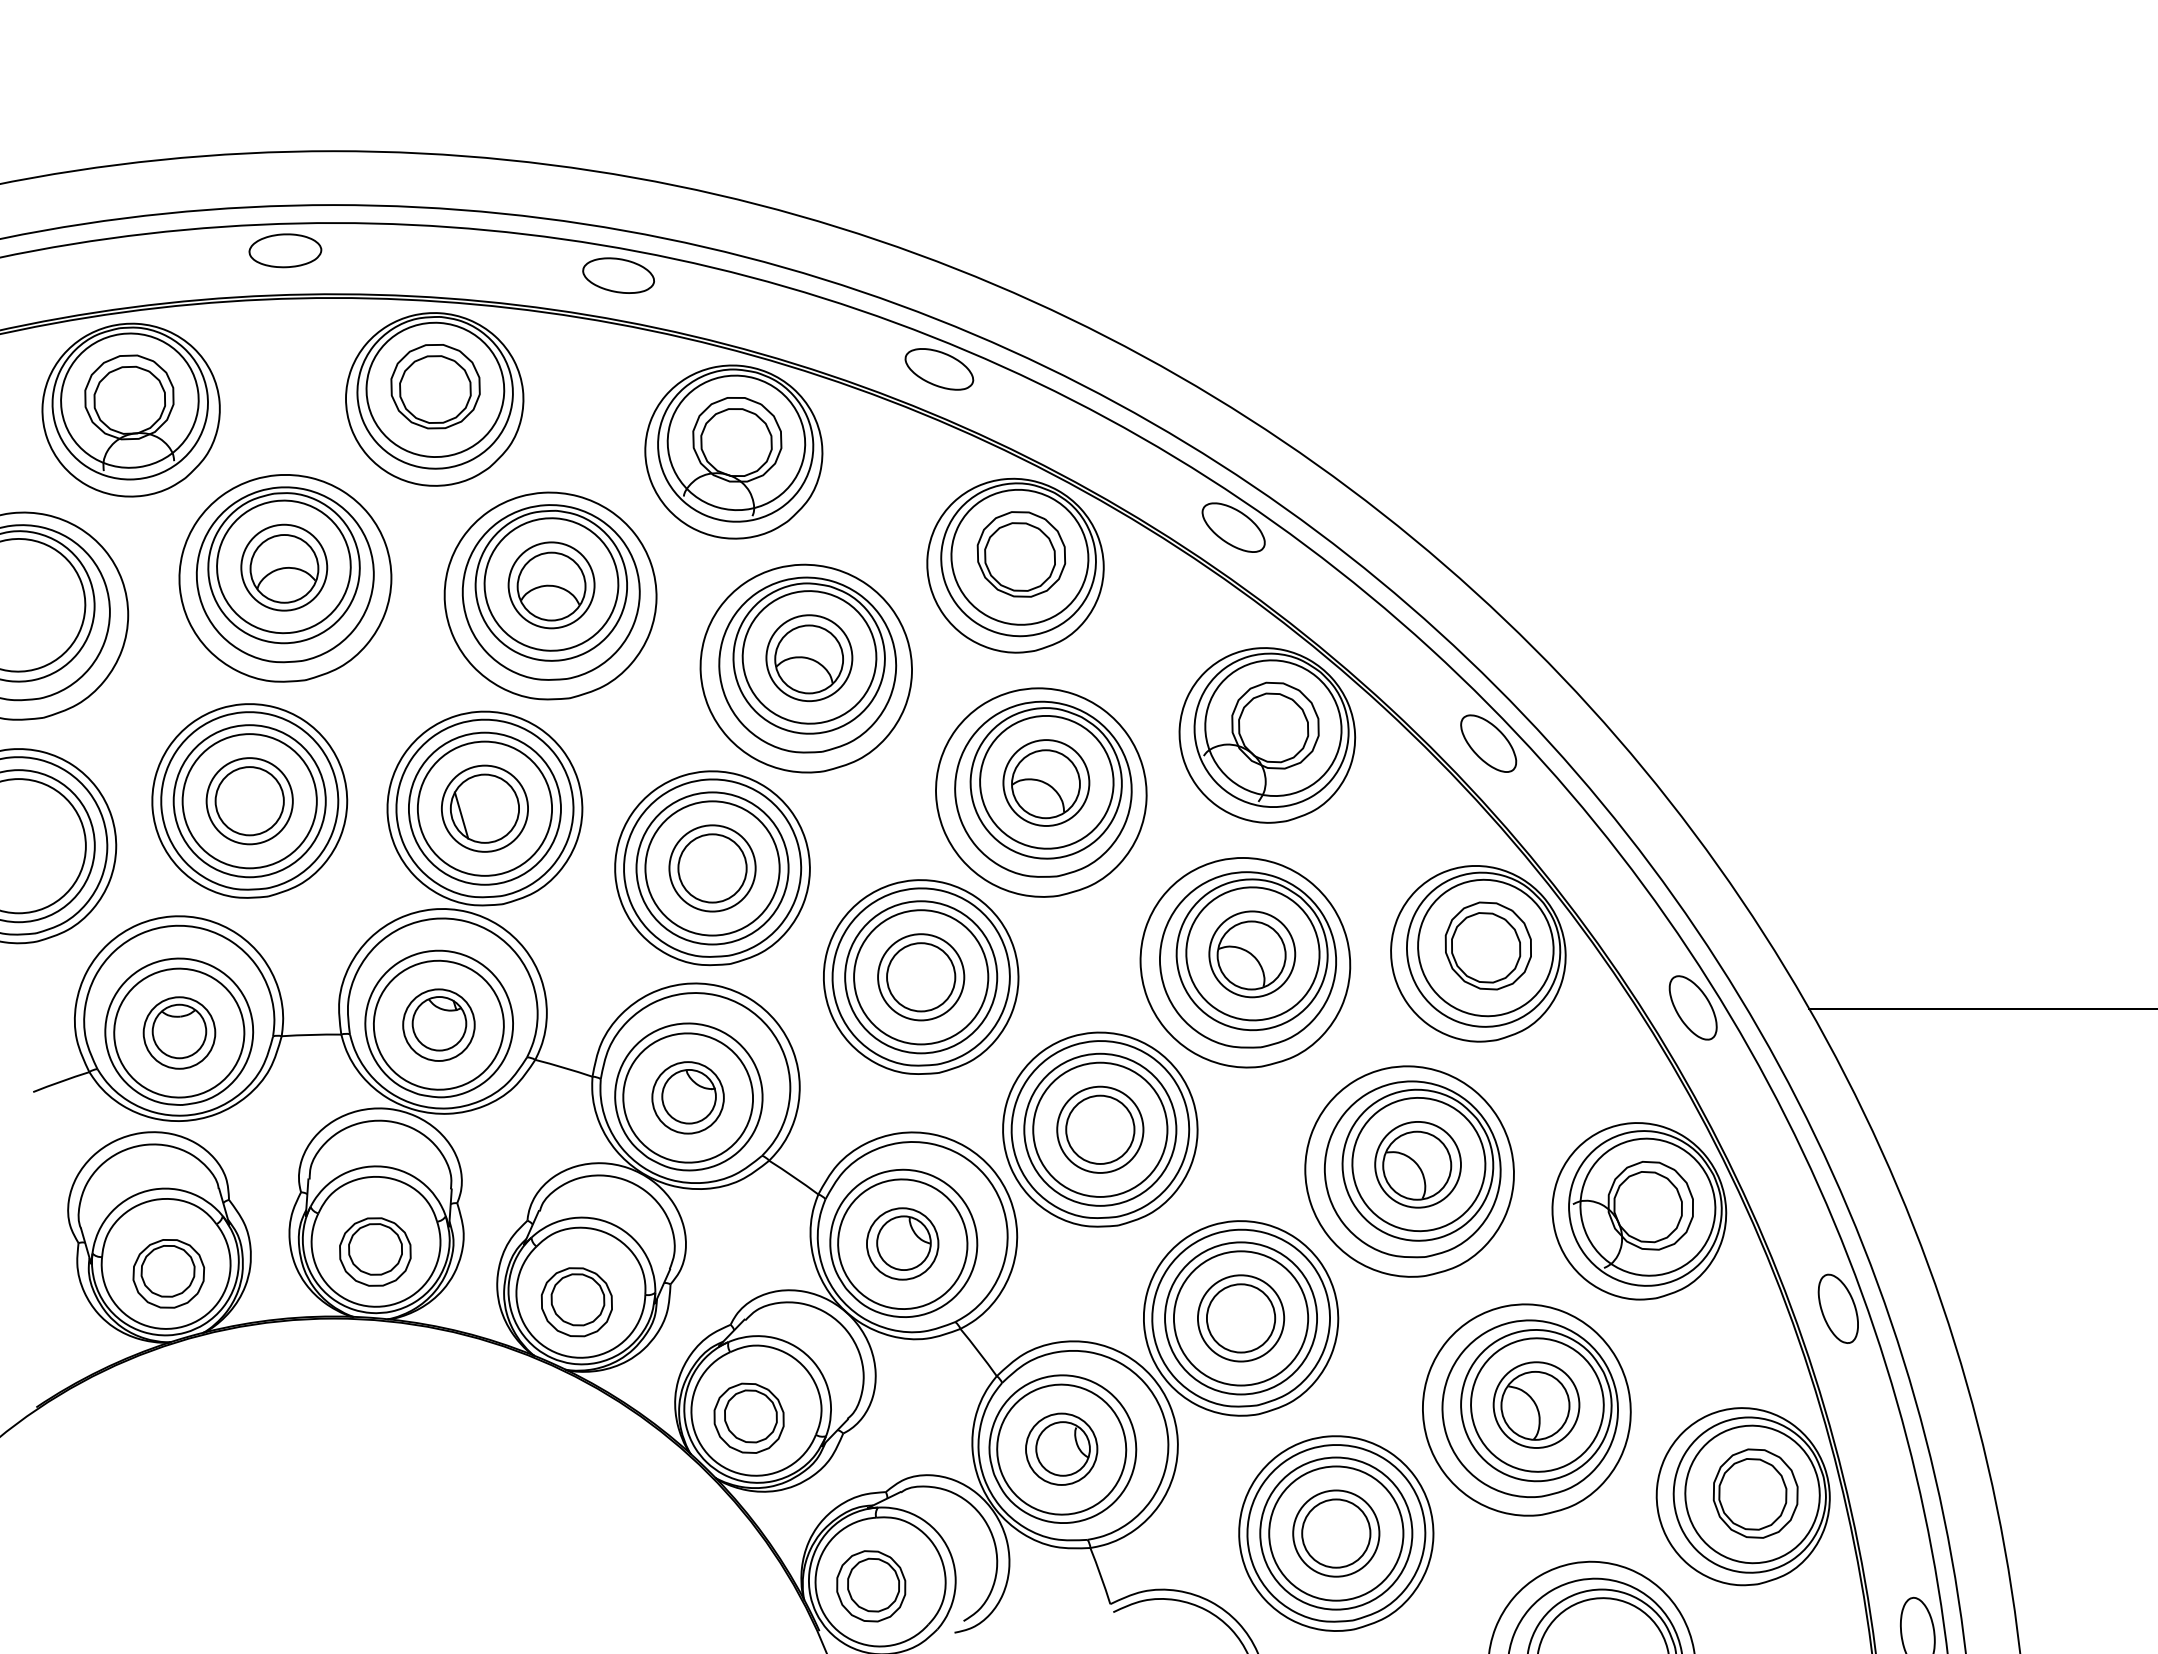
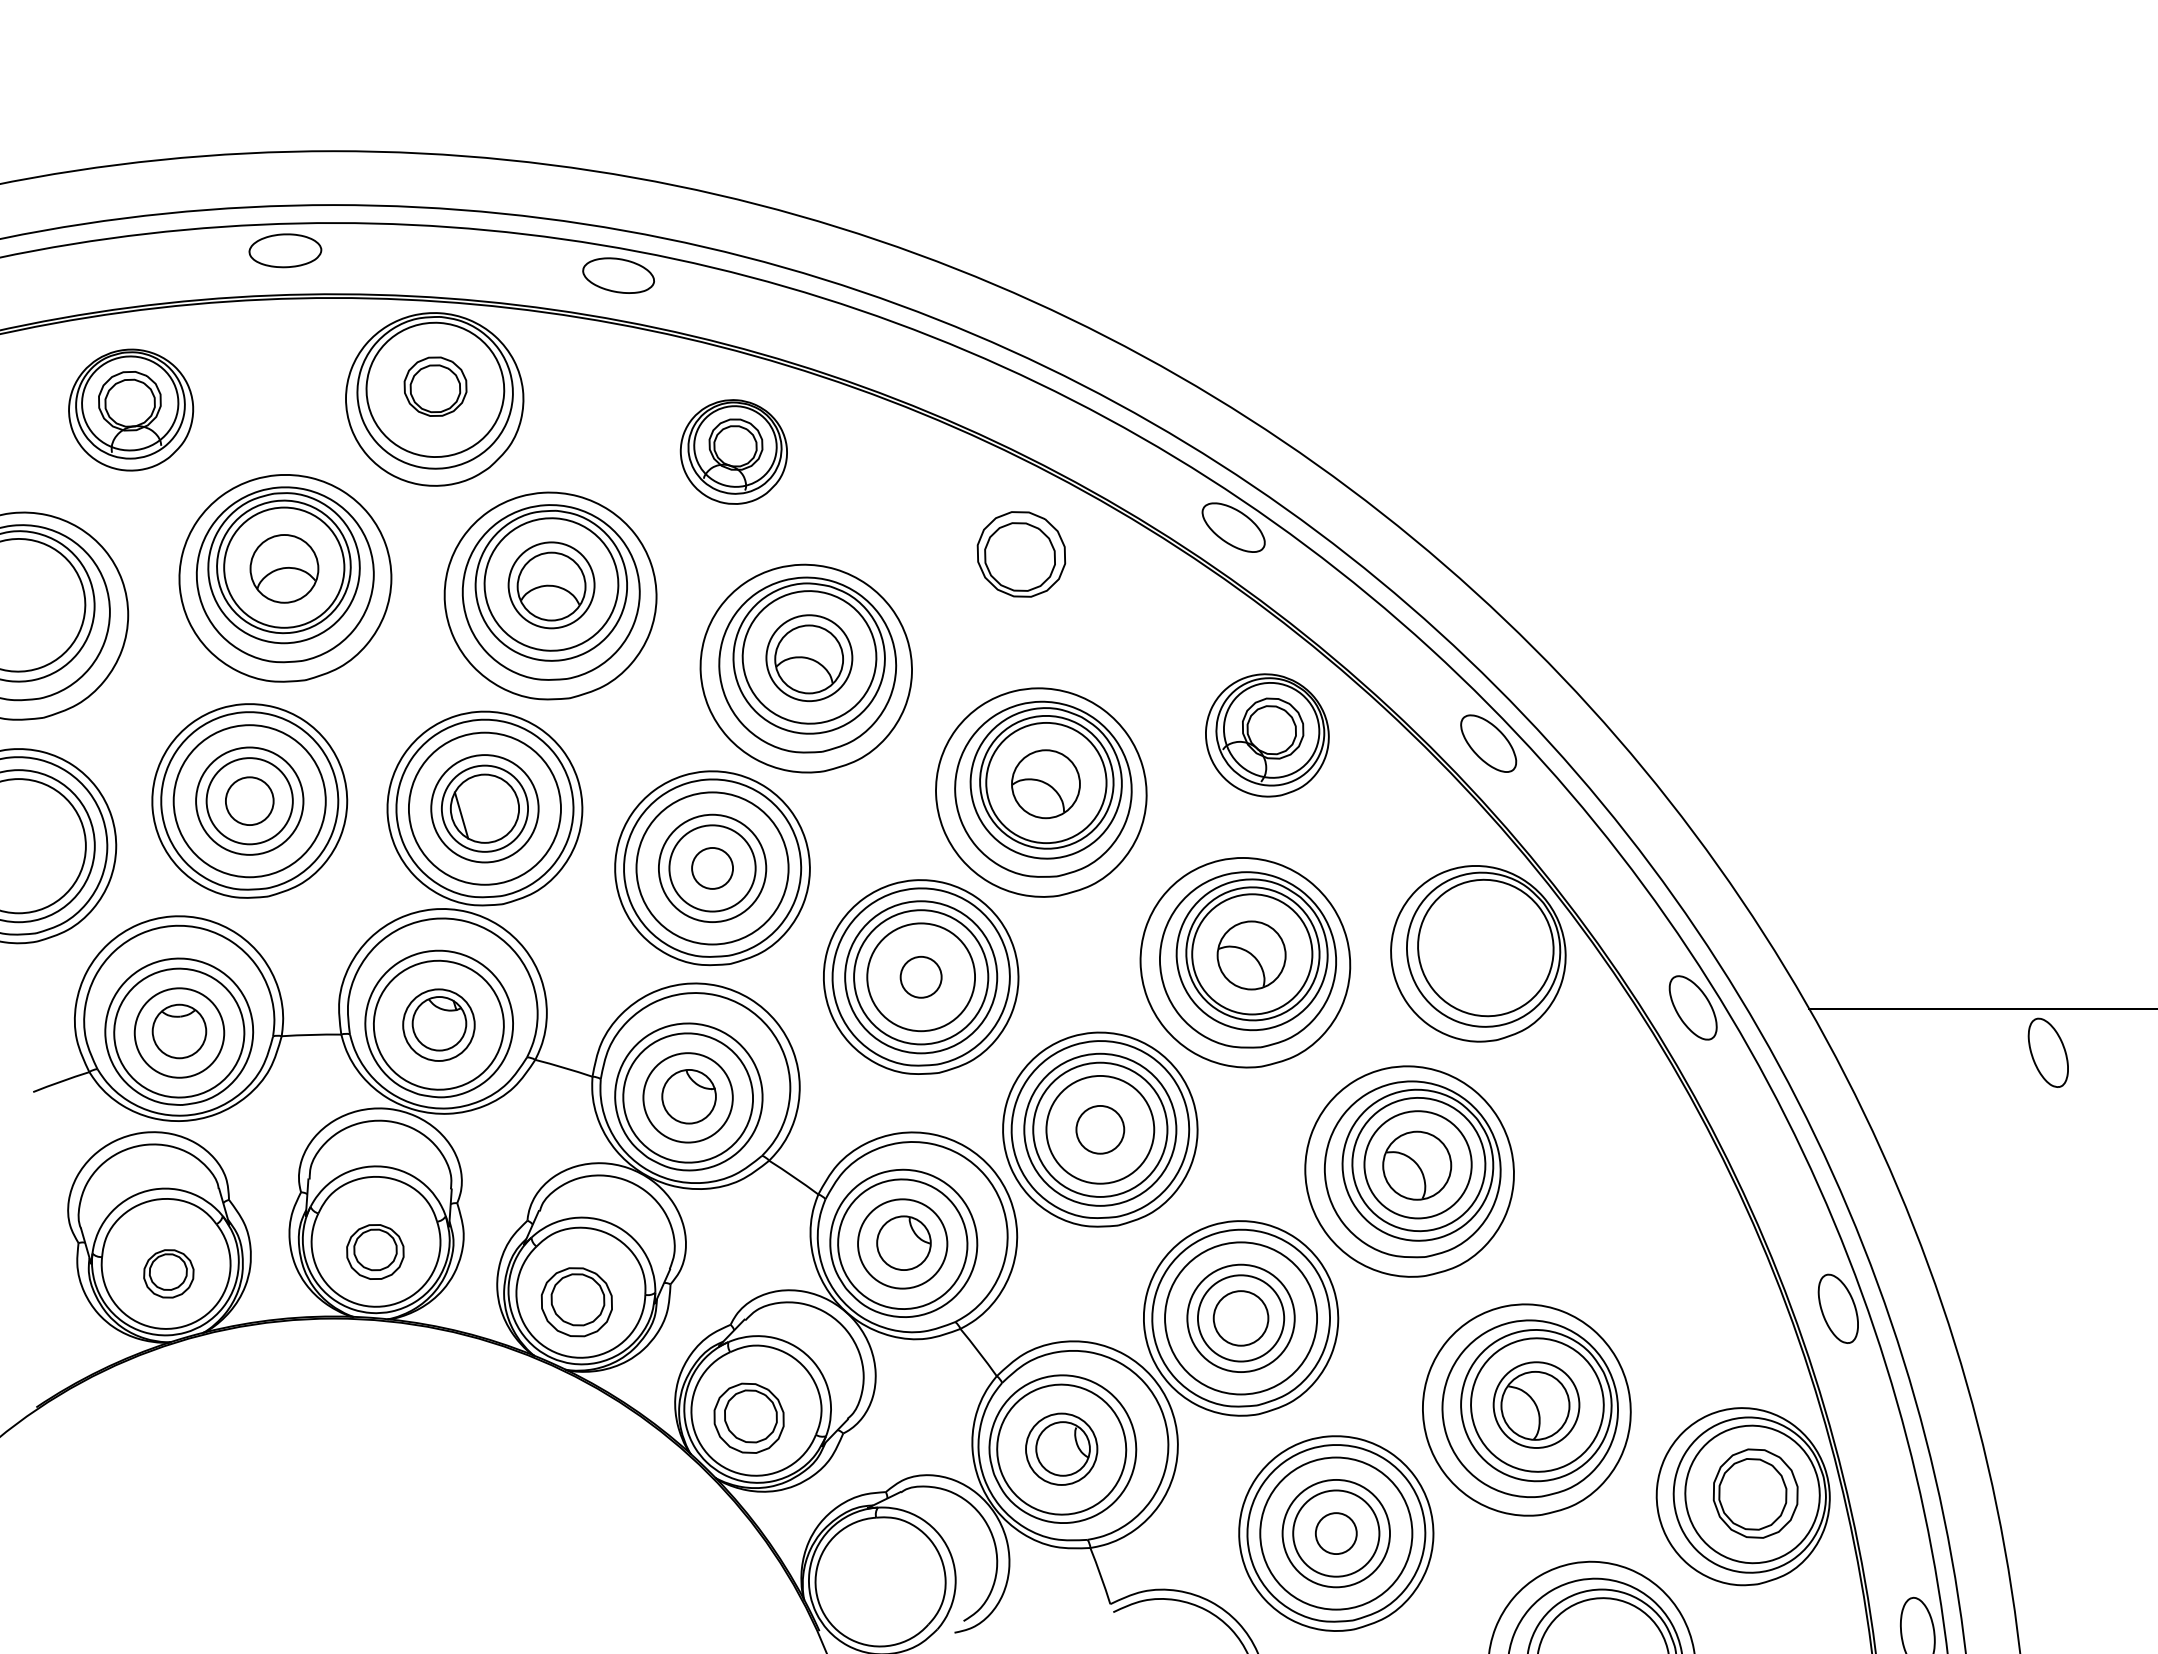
part at (939, 369): present -> none
part at (435, 386) size: 91x86 px -> 65x61 px
part at (130, 409) size: 180x176 px -> 127x124 px
part at (733, 451) size: 180x176 px -> 109x106 px
part at (1015, 565): present -> none
circle at (284, 567) diameter: 86 px -> 120 px
part at (1267, 735) size: 179x177 px -> 125x125 px
circle at (1046, 782) diameter: 86 px -> 120 px
circle at (249, 801) diameter: 134 px -> 107 px
circle at (249, 801) diameter: 68 px -> 48 px
circle at (484, 808) diameter: 134 px -> 107 px
circle at (712, 868) diameter: 134 px -> 107 px
circle at (712, 868) diameter: 68 px -> 41 px
part at (1487, 945): present -> none
circle at (1252, 954) diameter: 86 px -> 120 px
circle at (921, 977) diameter: 68 px -> 41 px
circle at (921, 977) diameter: 86 px -> 108 px
circle at (179, 1032) diameter: 72 px -> 89 px
part at (2047, 1052): none -> present
circle at (687, 1097) diameter: 72 px -> 89 px
circle at (1100, 1129) diameter: 68 px -> 48 px
circle at (1100, 1129) diameter: 86 px -> 108 px
circle at (1417, 1164) diameter: 86 px -> 107 px
part at (1639, 1211): present -> none
circle at (902, 1243) diameter: 71 px -> 89 px
part at (375, 1251) size: 73x70 px -> 59x56 px
part at (168, 1273) size: 74x70 px -> 52x50 px
circle at (1240, 1318) diameter: 134 px -> 107 px
circle at (1240, 1318) diameter: 68 px -> 55 px
circle at (1336, 1533) diameter: 134 px -> 107 px
circle at (1336, 1533) diameter: 68 px -> 41 px
part at (871, 1586): present -> none
